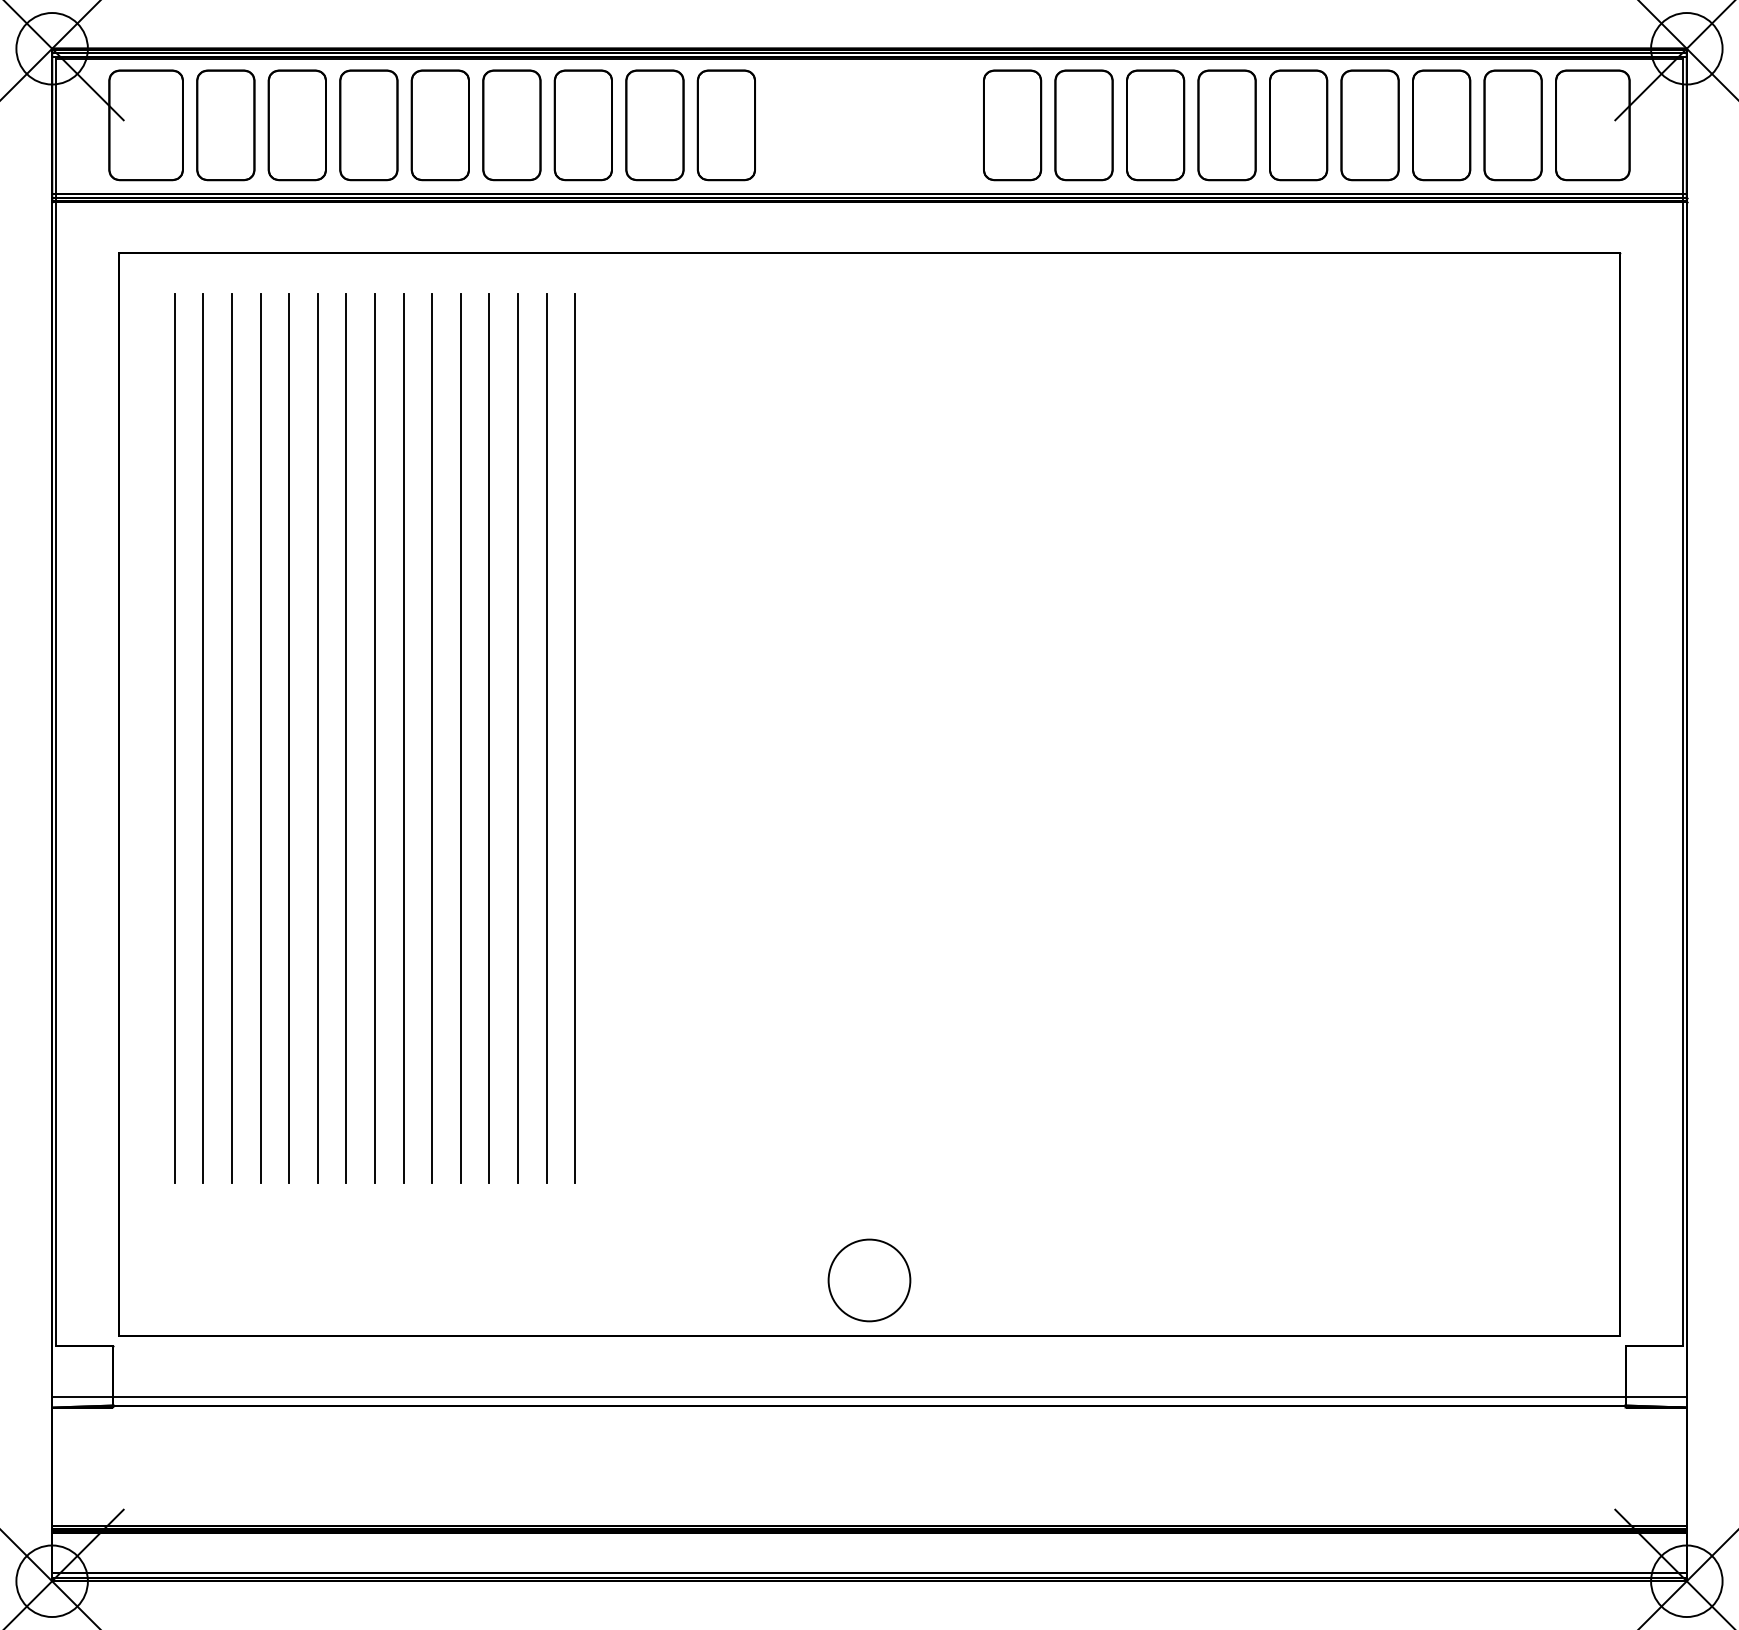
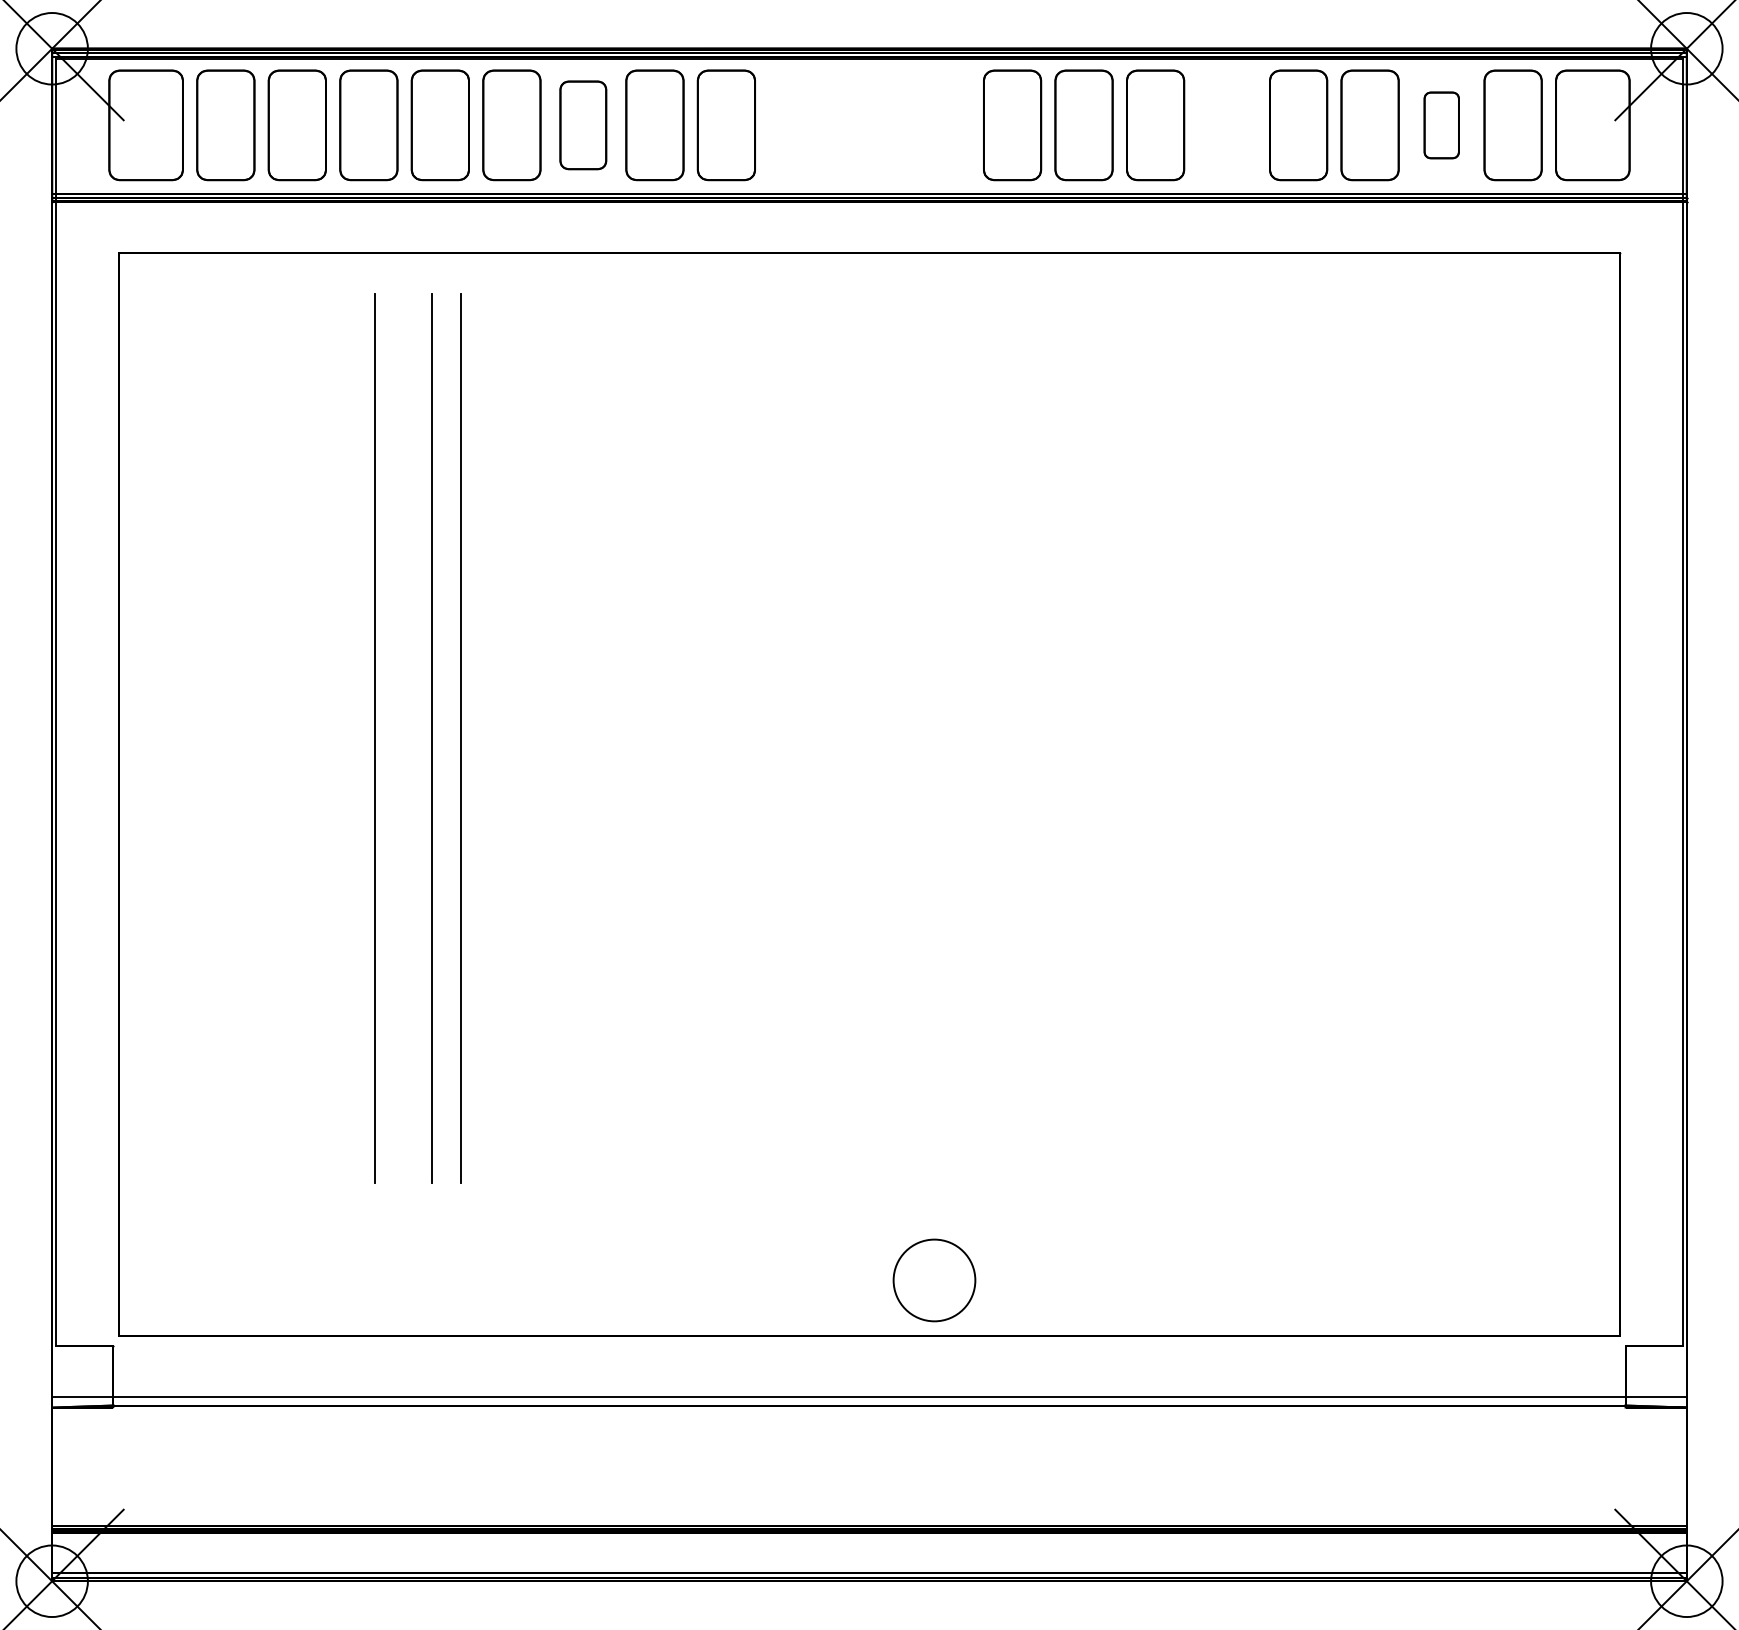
part at (582, 125) size: 60x113 px -> 49x91 px
part at (1226, 125): present -> none
part at (1441, 125) size: 60x113 px -> 37x69 px
line at (174, 737): present -> none
line at (203, 737): present -> none
line at (231, 737): present -> none
line at (260, 737): present -> none
line at (289, 737): present -> none
line at (317, 737): present -> none
line at (346, 737): present -> none
line at (403, 737): present -> none
line at (489, 737): present -> none
line at (518, 737): present -> none
line at (546, 737): present -> none
line at (575, 737): present -> none
circle at (869, 1280) position: (869, 1280) -> (934, 1280)
